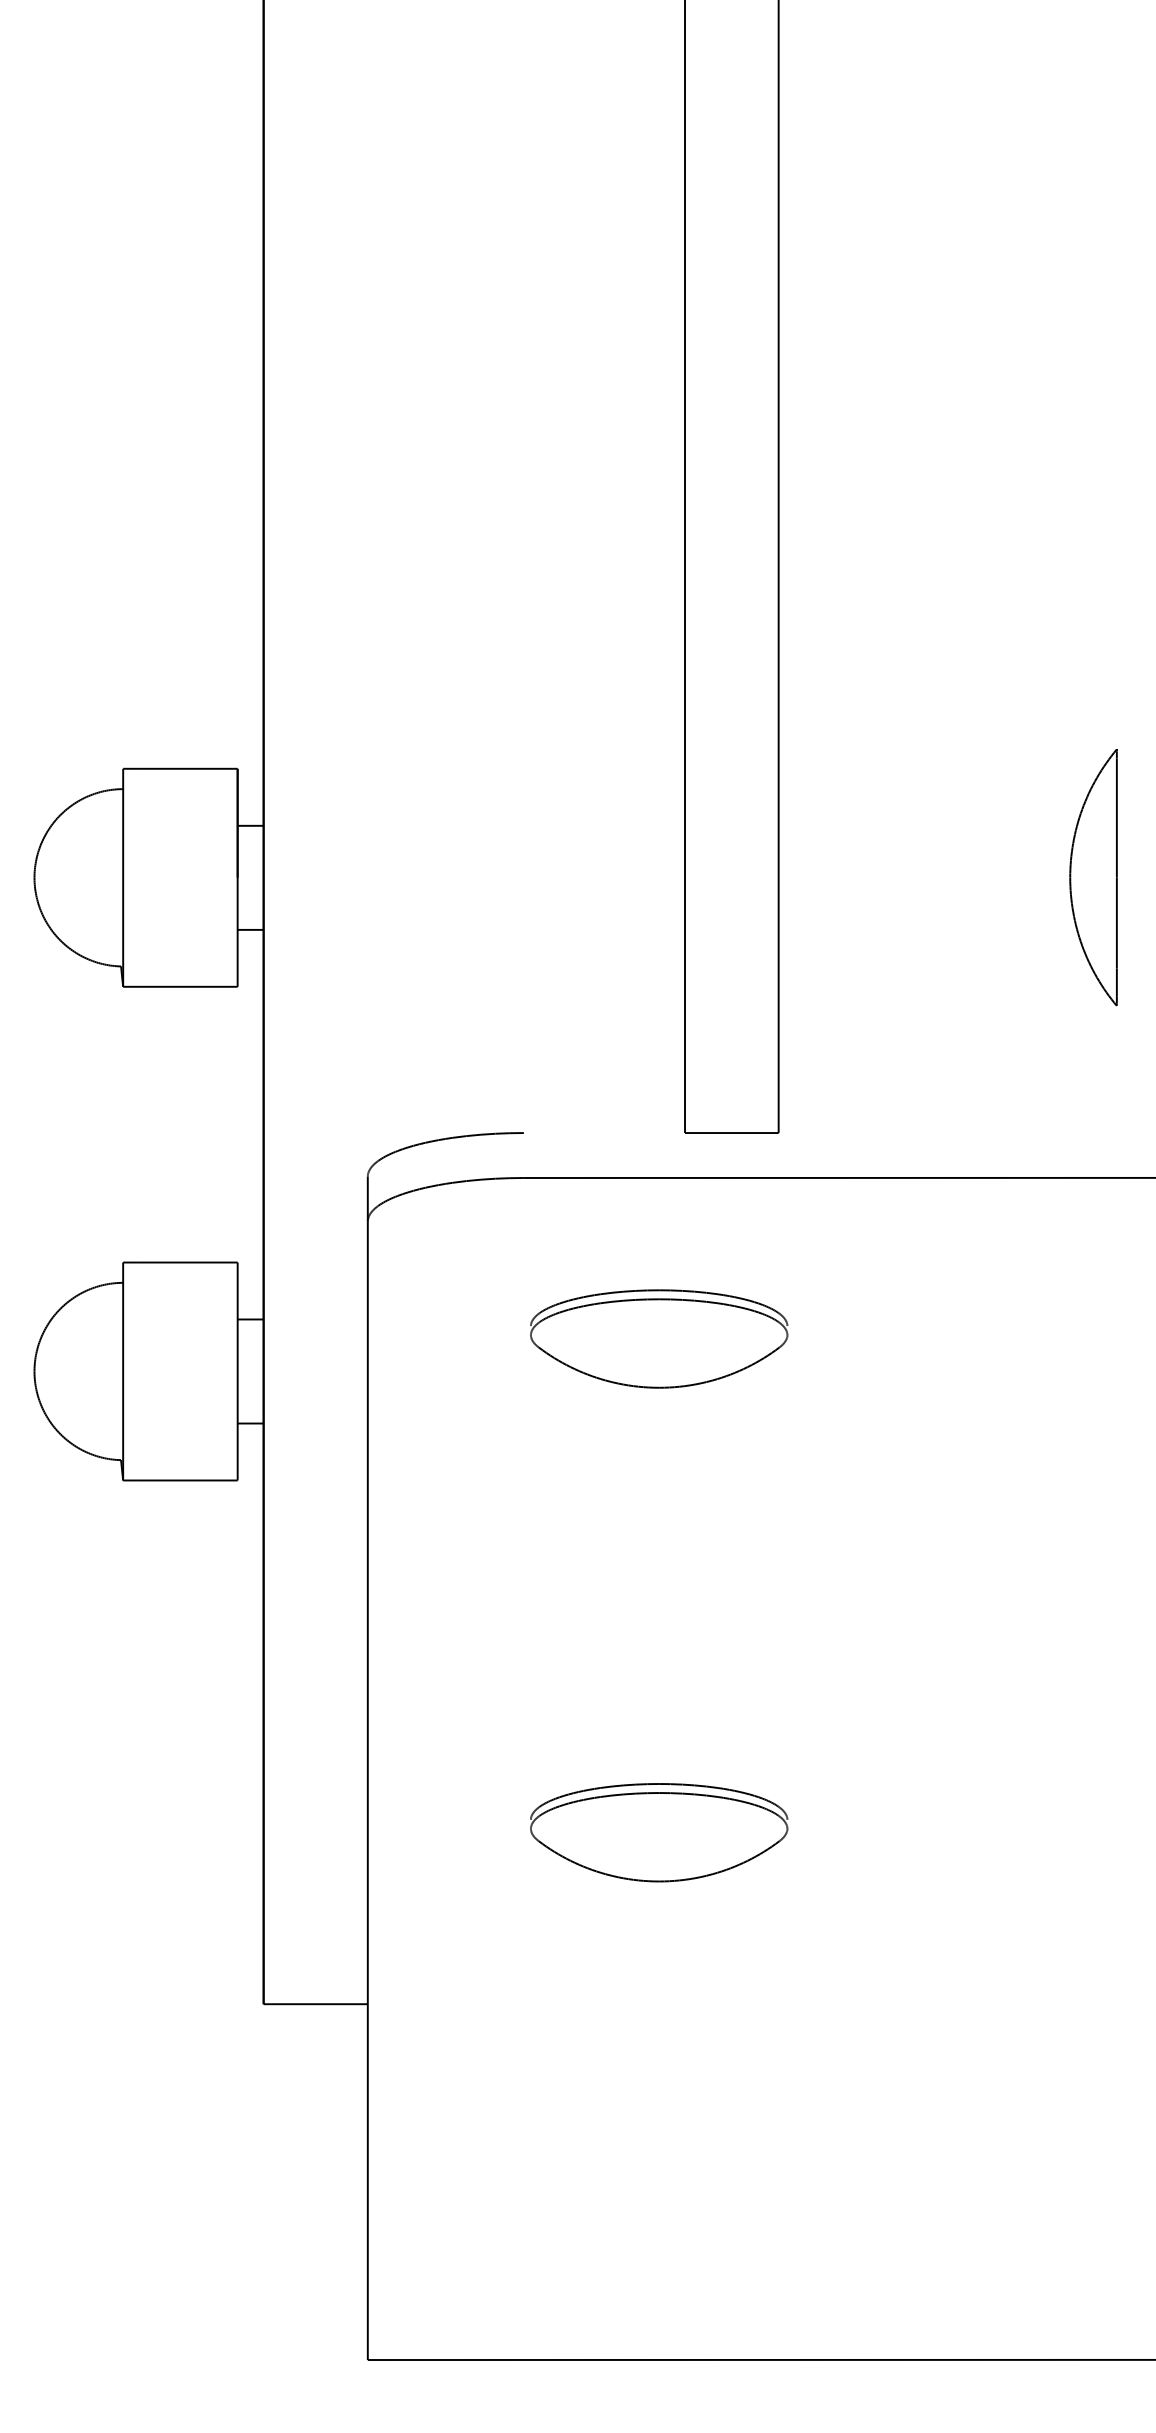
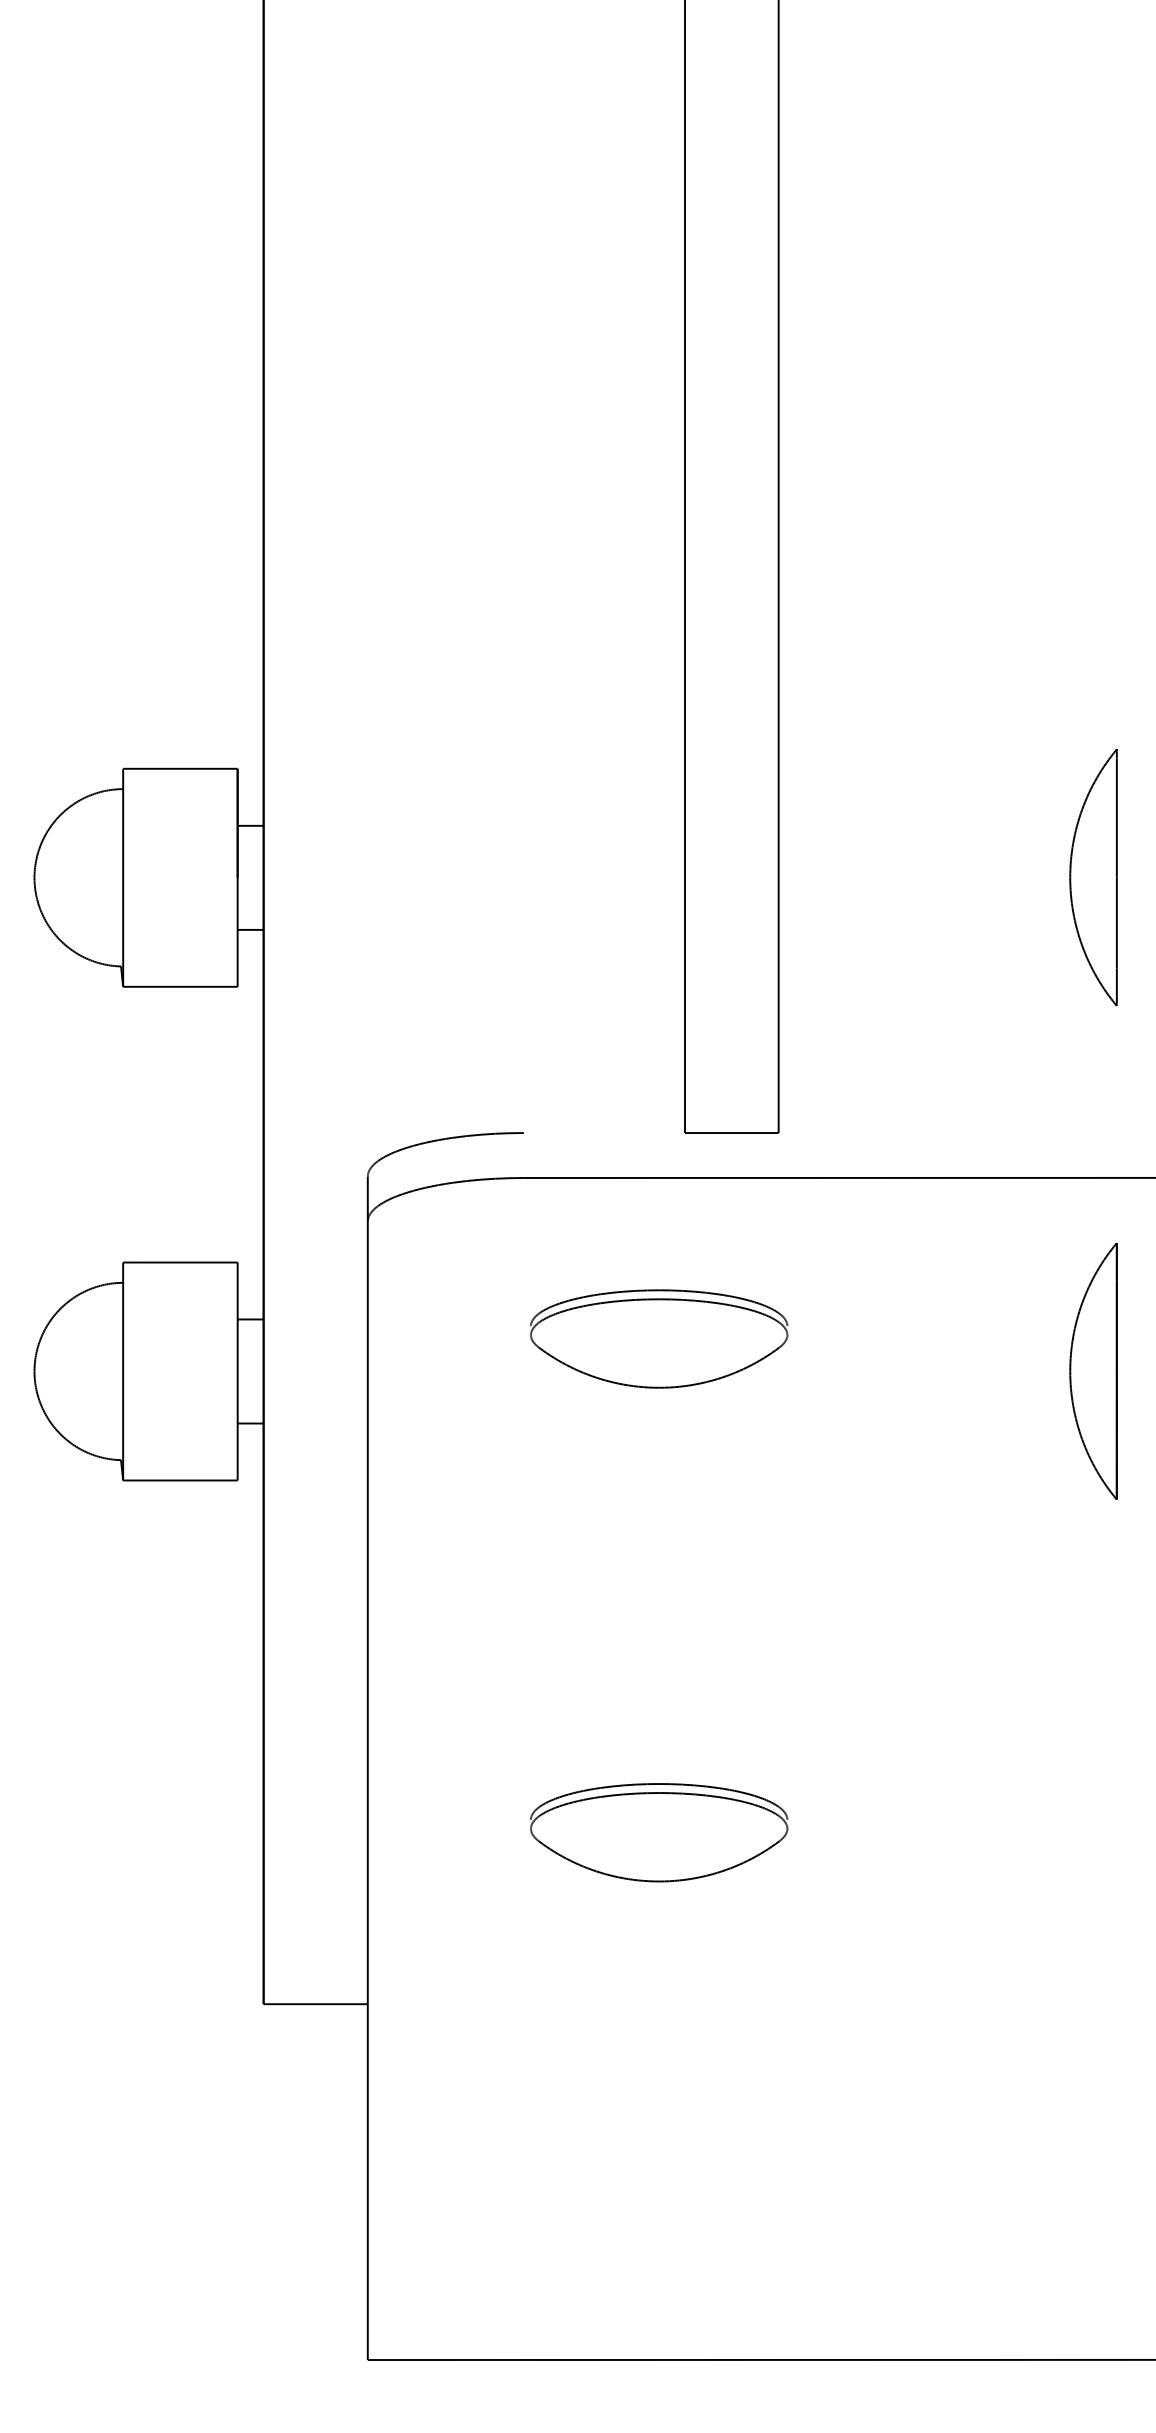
part at (1093, 1370): none -> present
